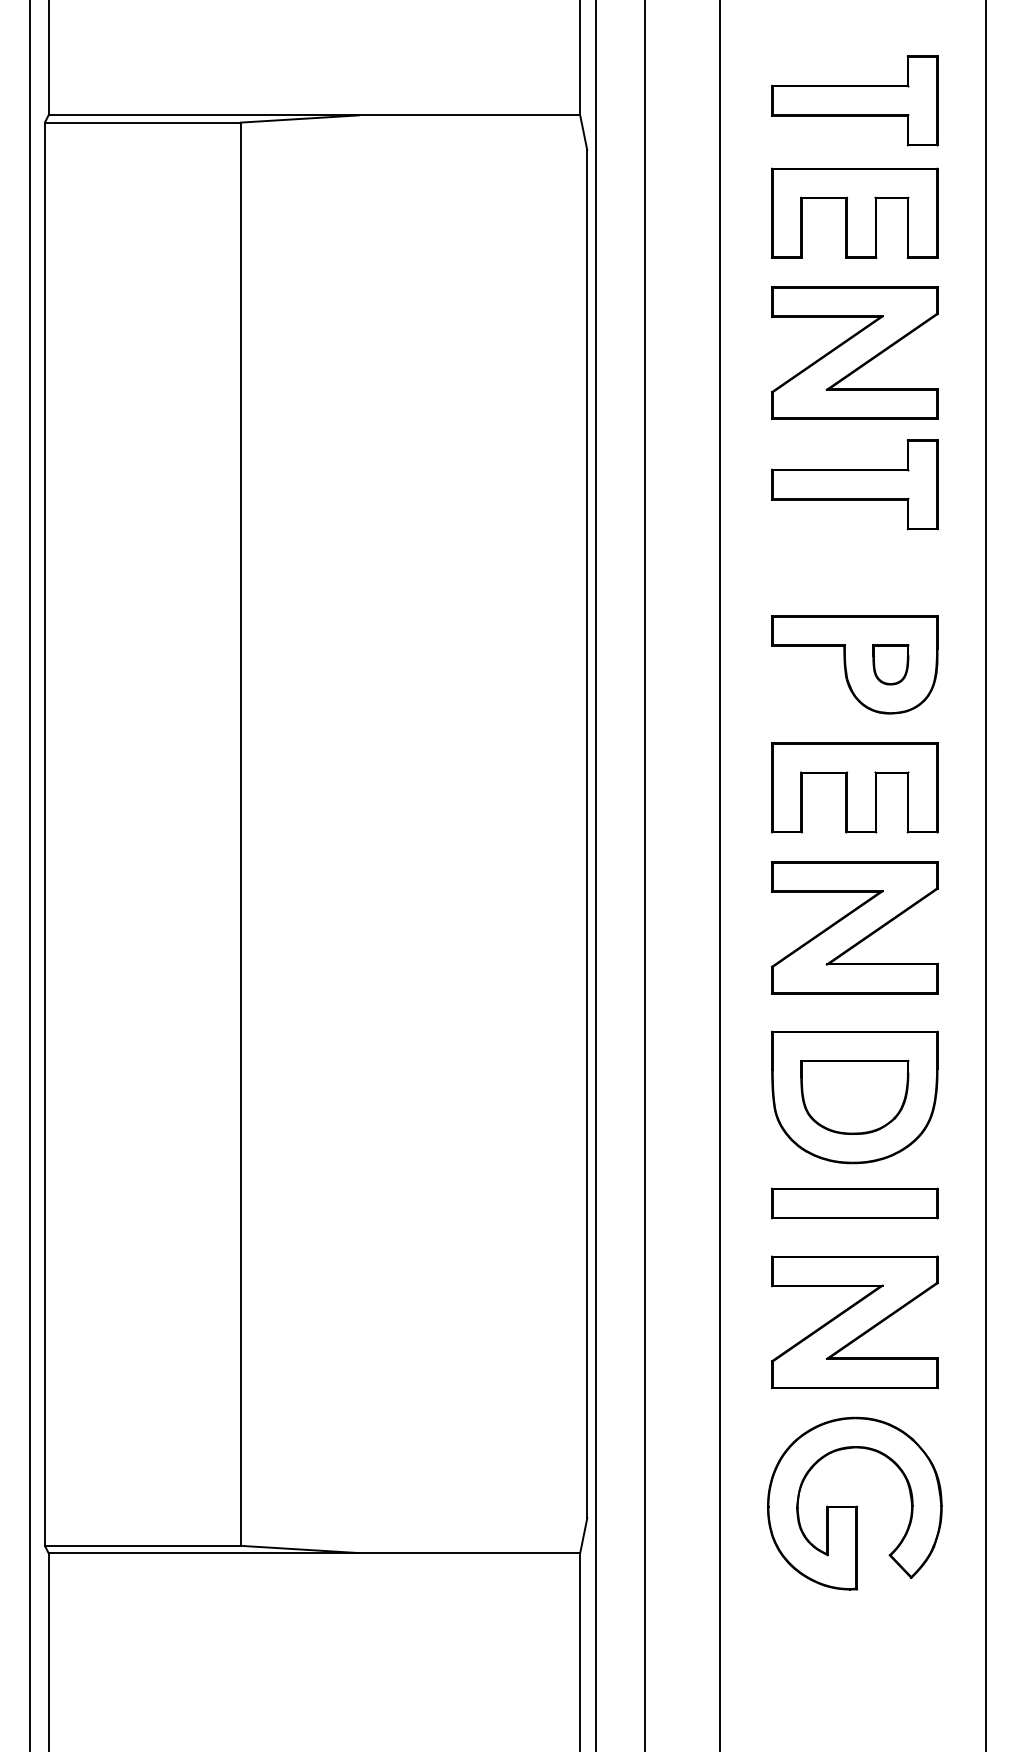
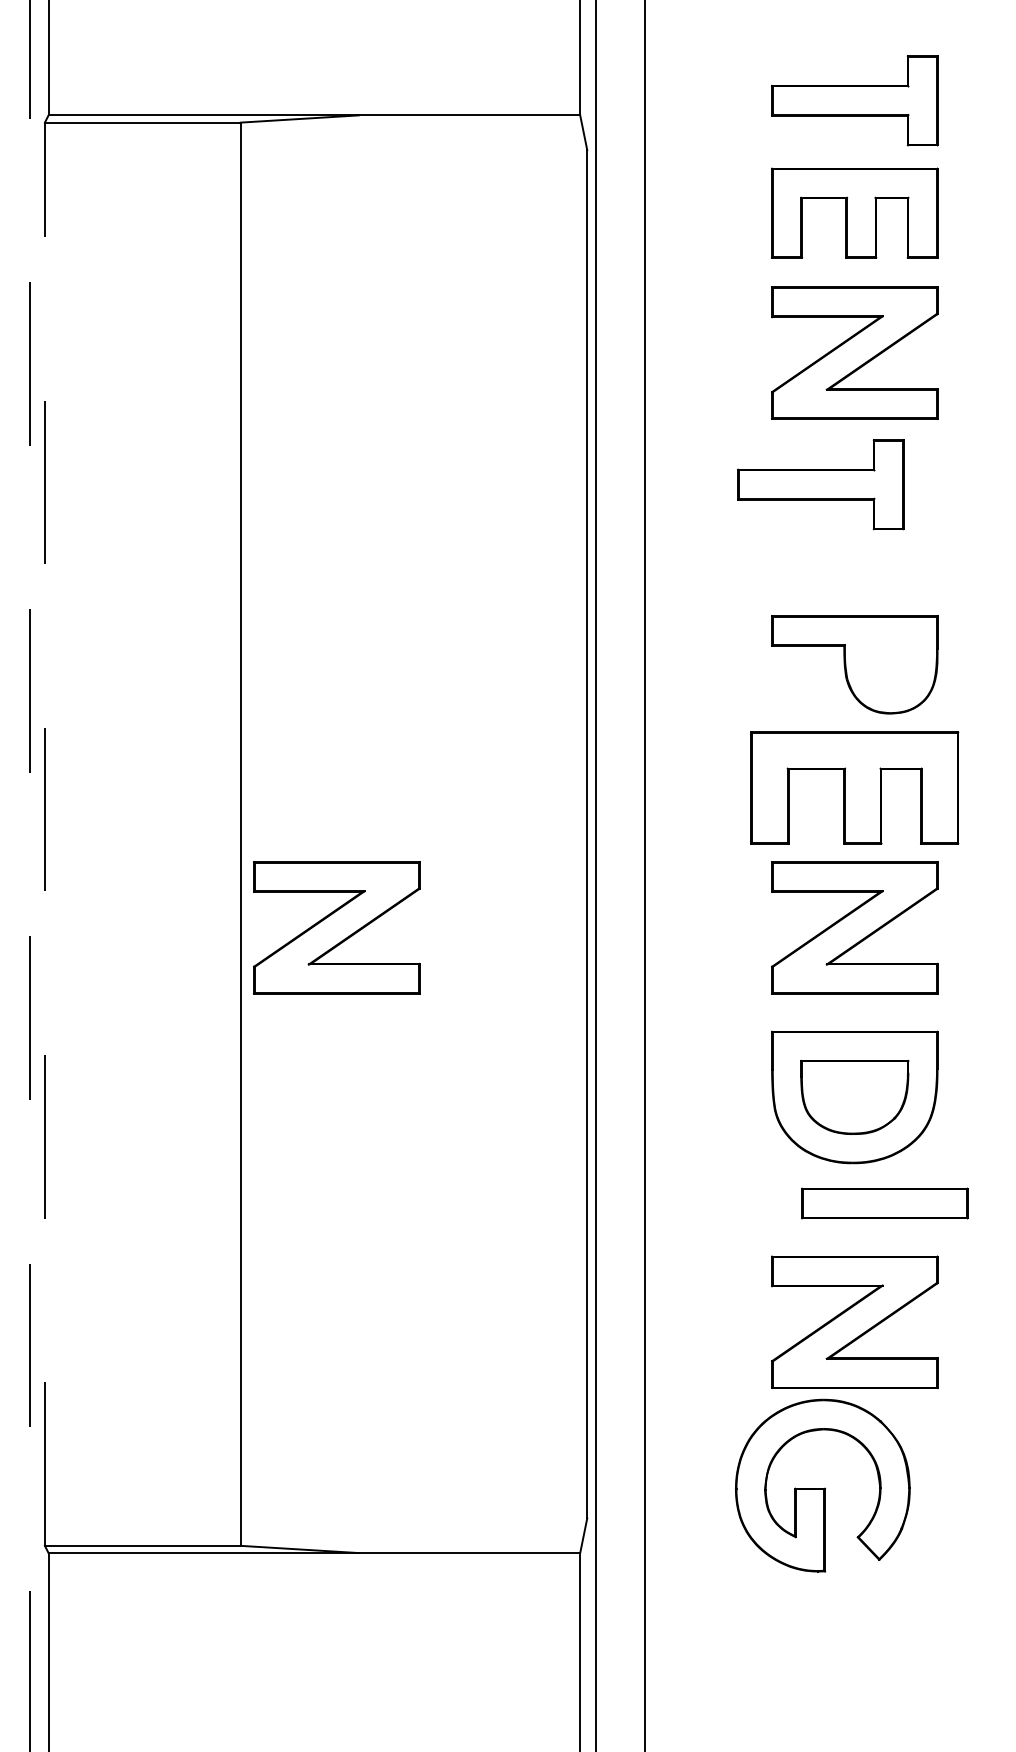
part at (854, 484) position: (854, 484) -> (820, 484)
part at (890, 664): present -> none
part at (854, 787) size: 168x92 px -> 210x114 px
line at (44, 834): solid -> dashed
line at (30, 875): solid -> dashed
line at (719, 875): present -> none
line at (985, 875): present -> none
part at (336, 927): none -> present
part at (854, 1203) position: (854, 1203) -> (884, 1203)
part at (854, 1503) position: (854, 1503) -> (822, 1485)
